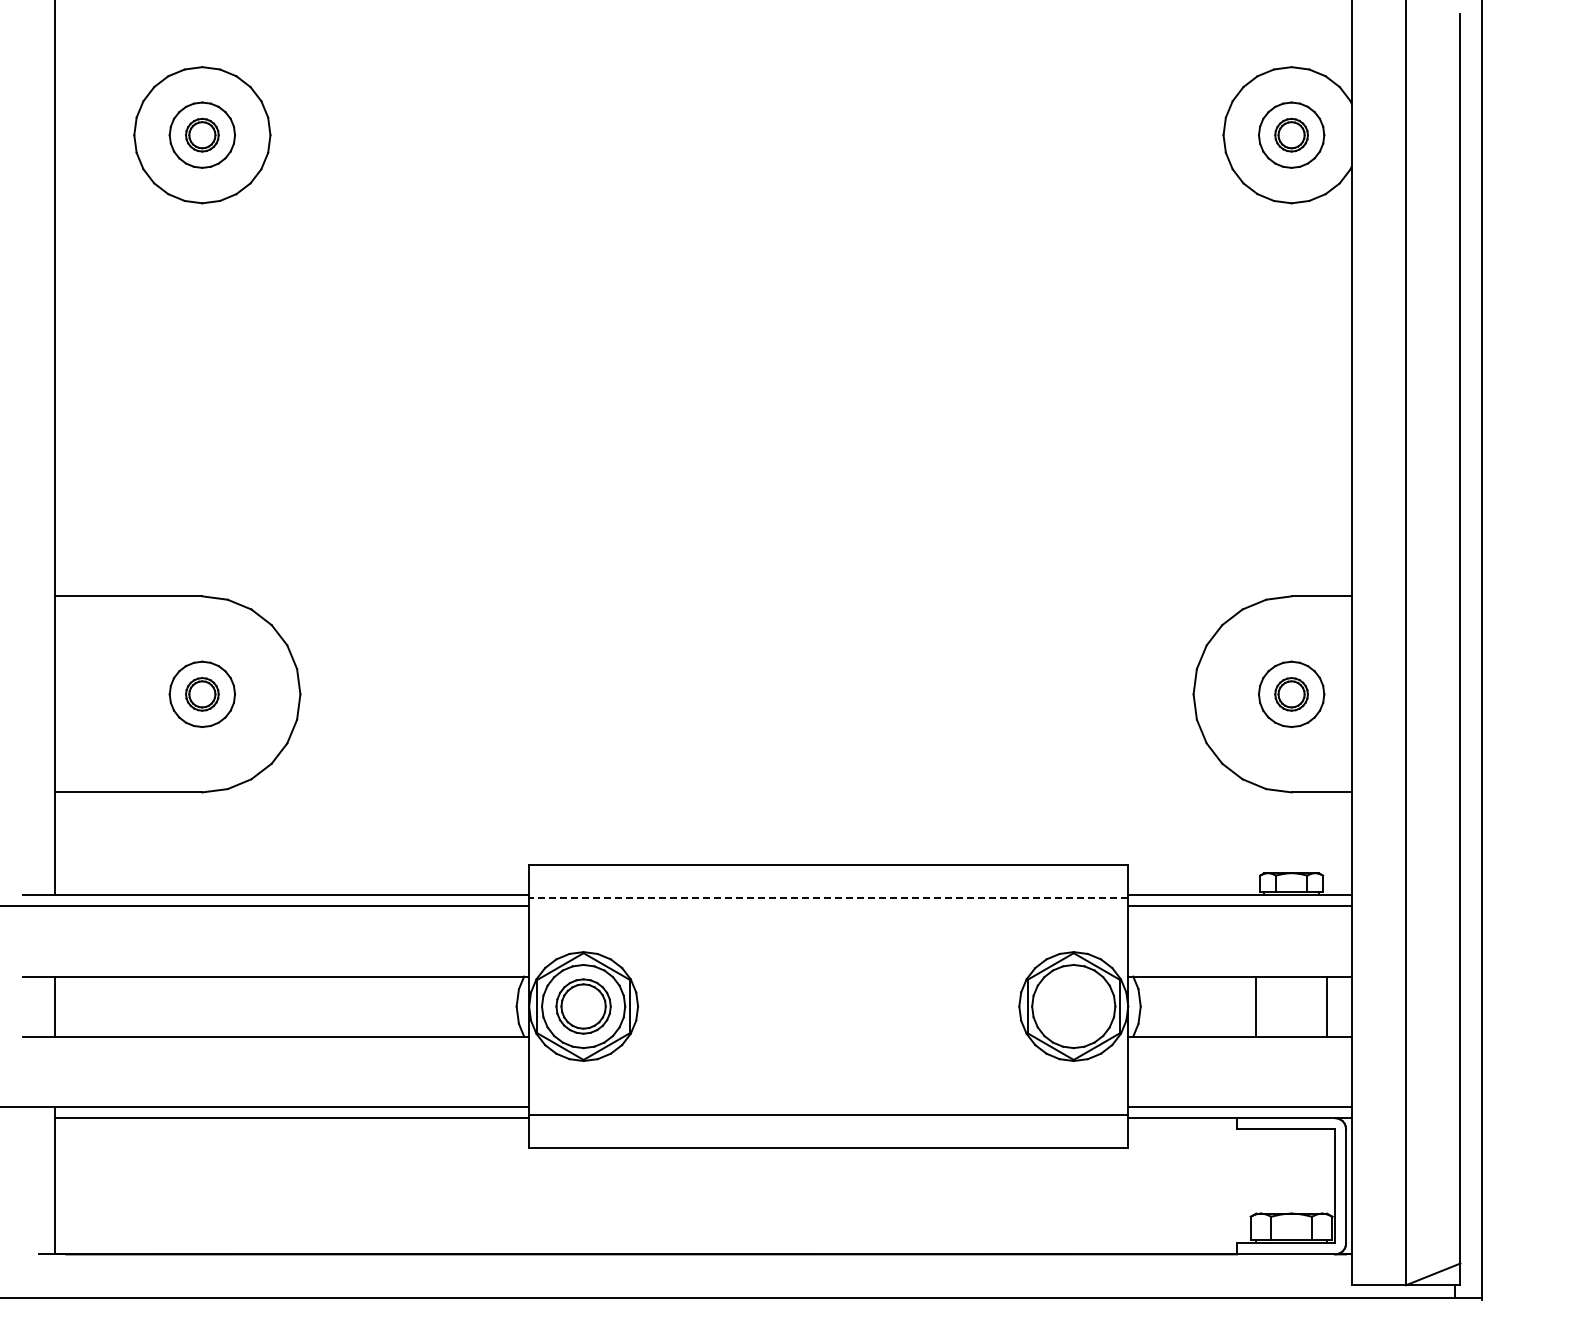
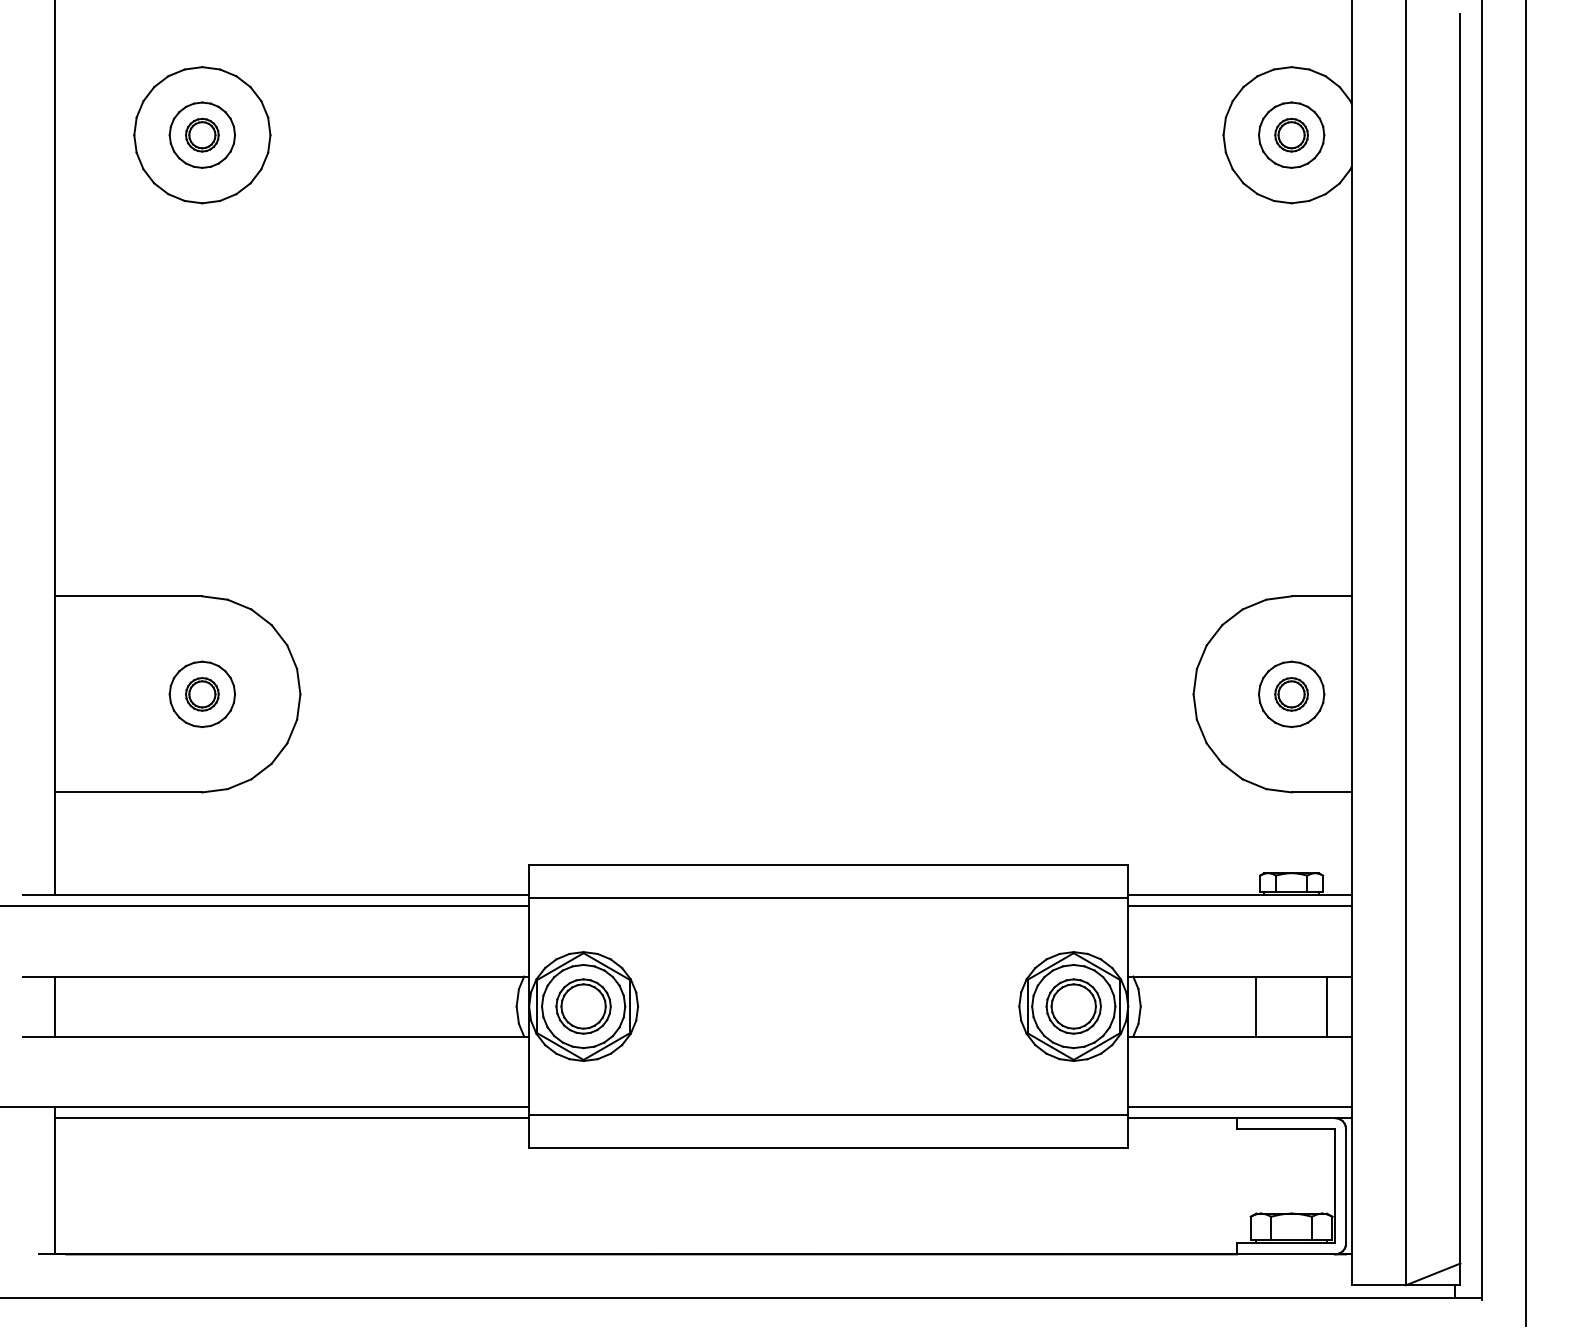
line at (1525, 664): none -> present
line at (828, 897): dashed -> solid
part at (1073, 1006): none -> present
